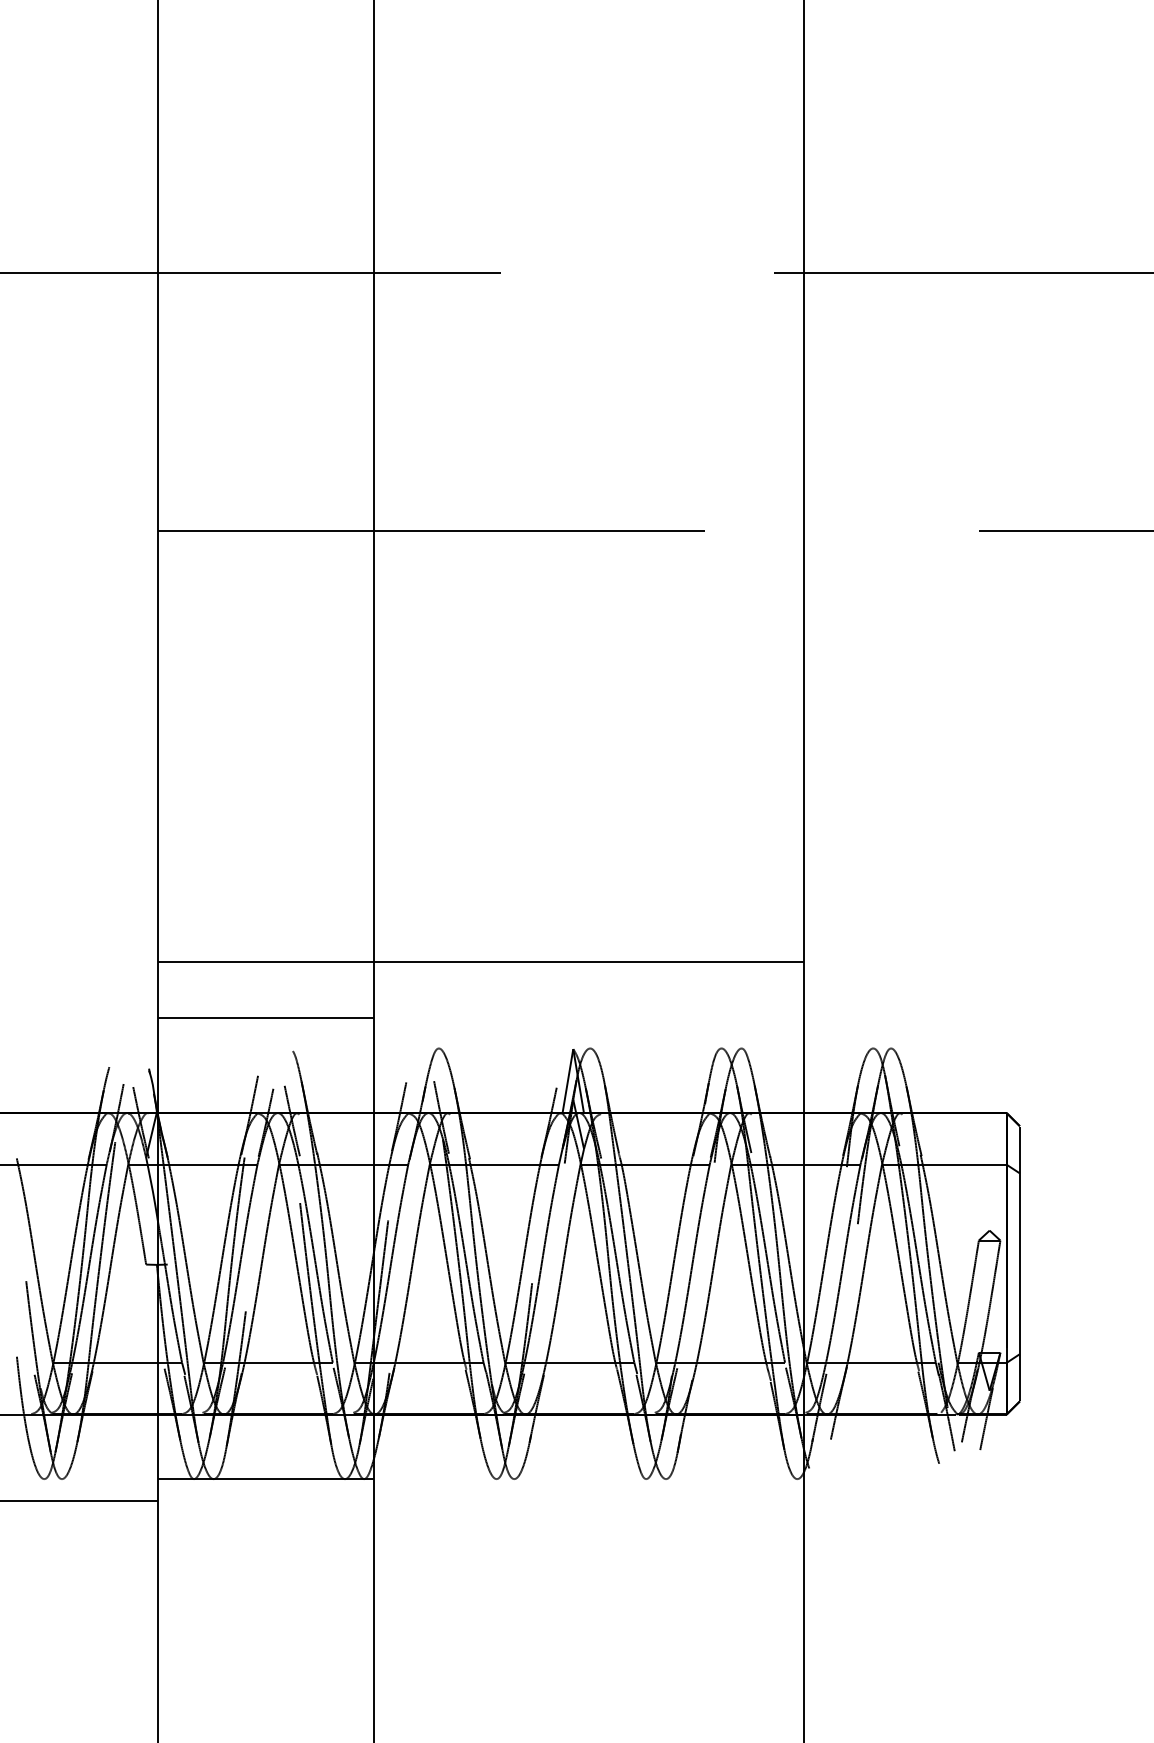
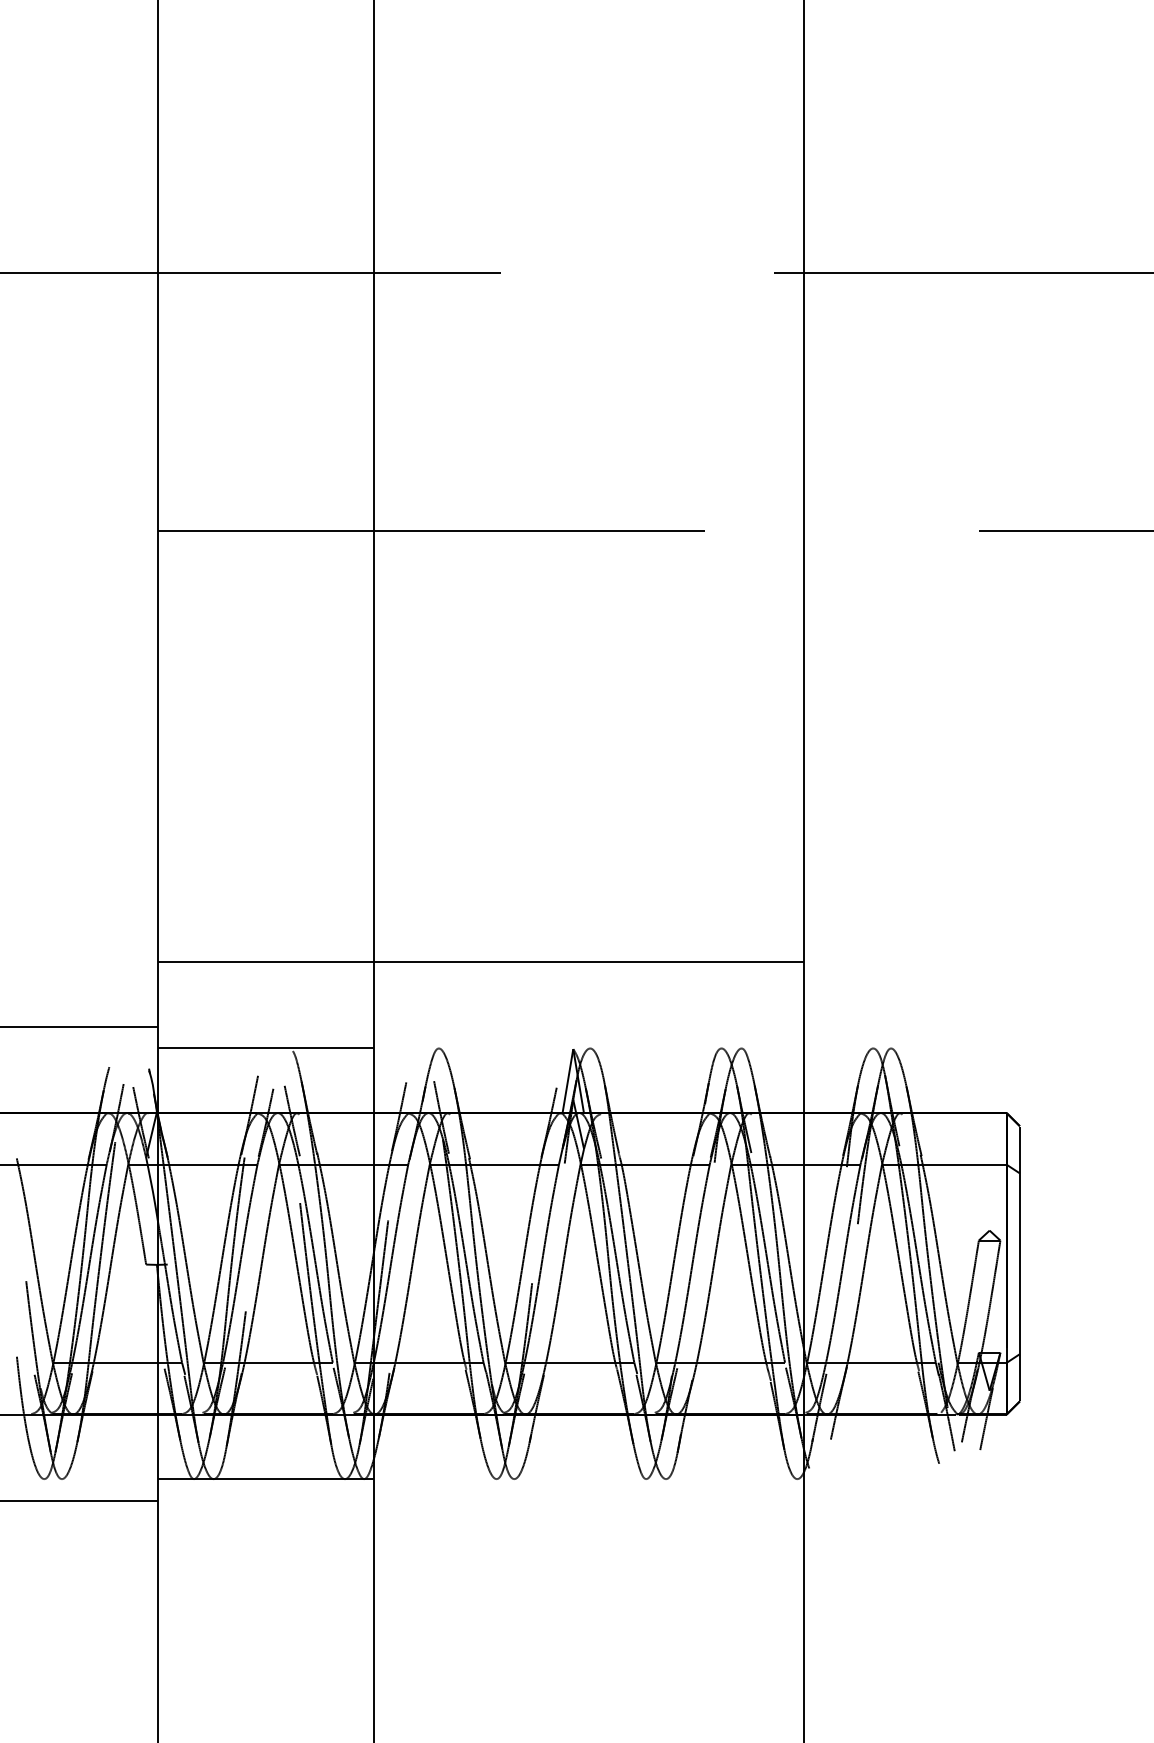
line at (265, 1018) position: (265, 1018) -> (265, 1048)
line at (80, 1026): none -> present
